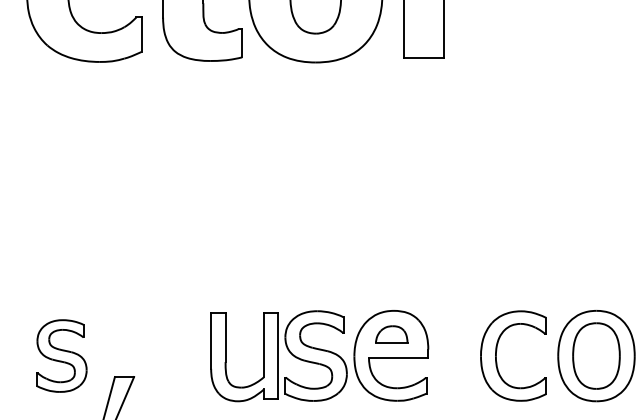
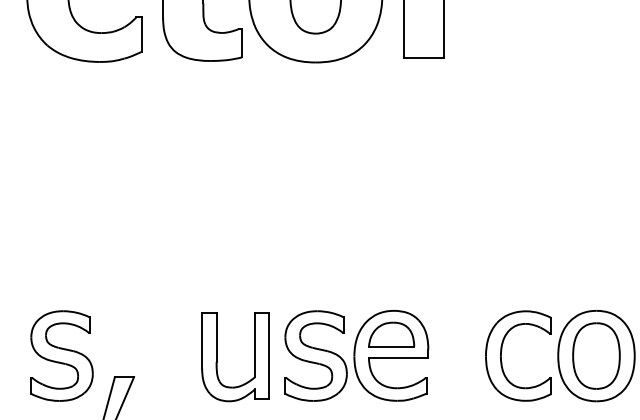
part at (391, 334) size: 34x19 px -> 48x27 px
part at (497, 350) position: (497, 350) -> (502, 350)
part at (61, 355) size: 52x74 px -> 64x92 px
part at (226, 357) position: (226, 357) -> (217, 357)
